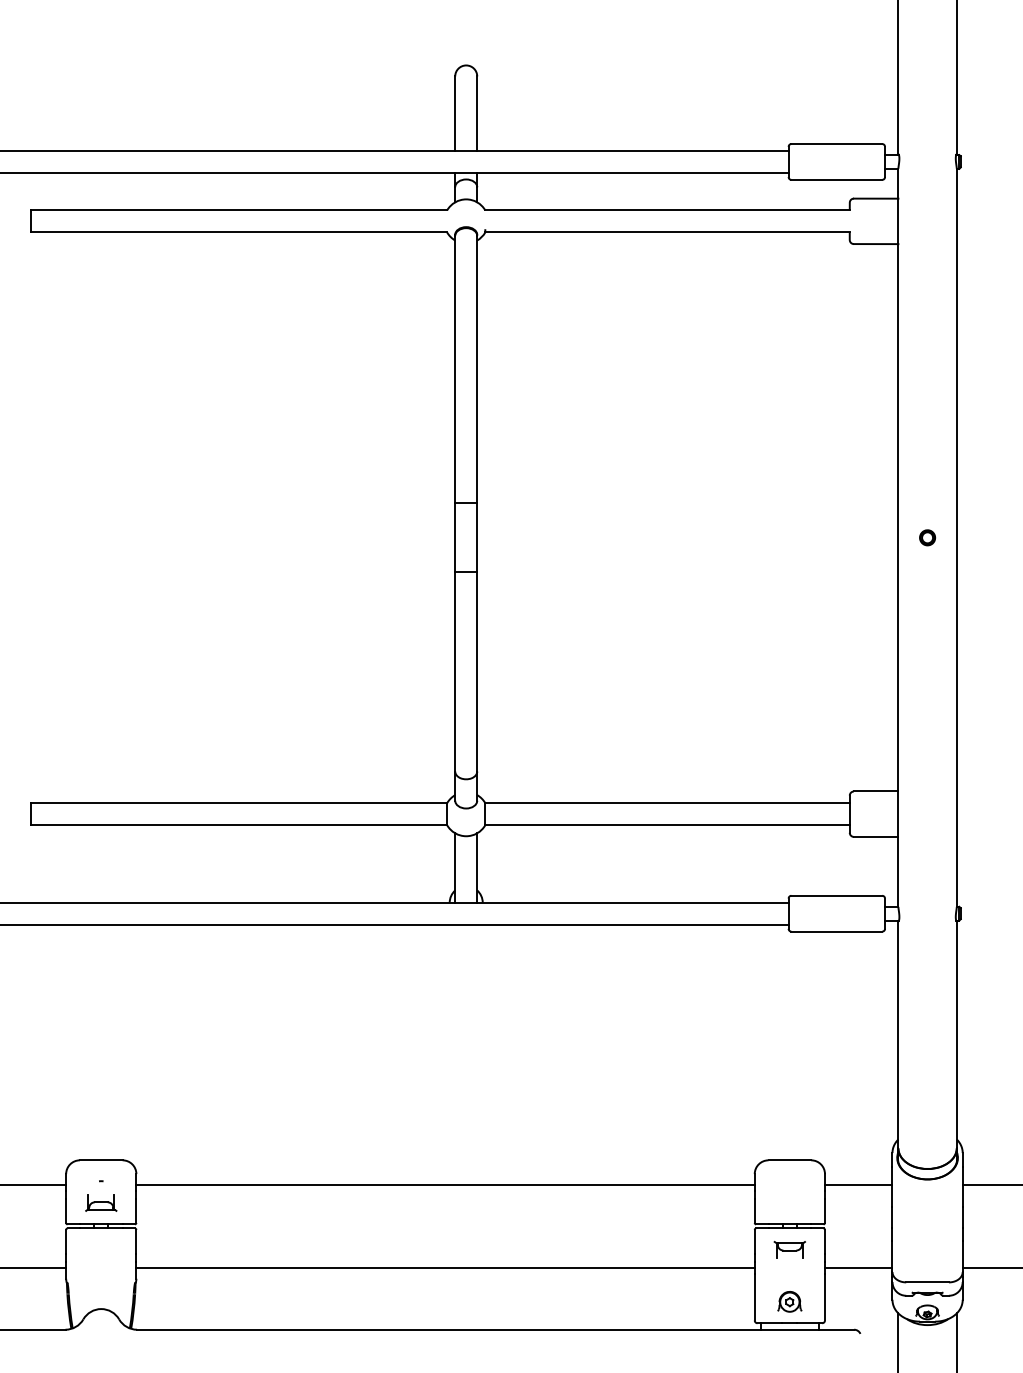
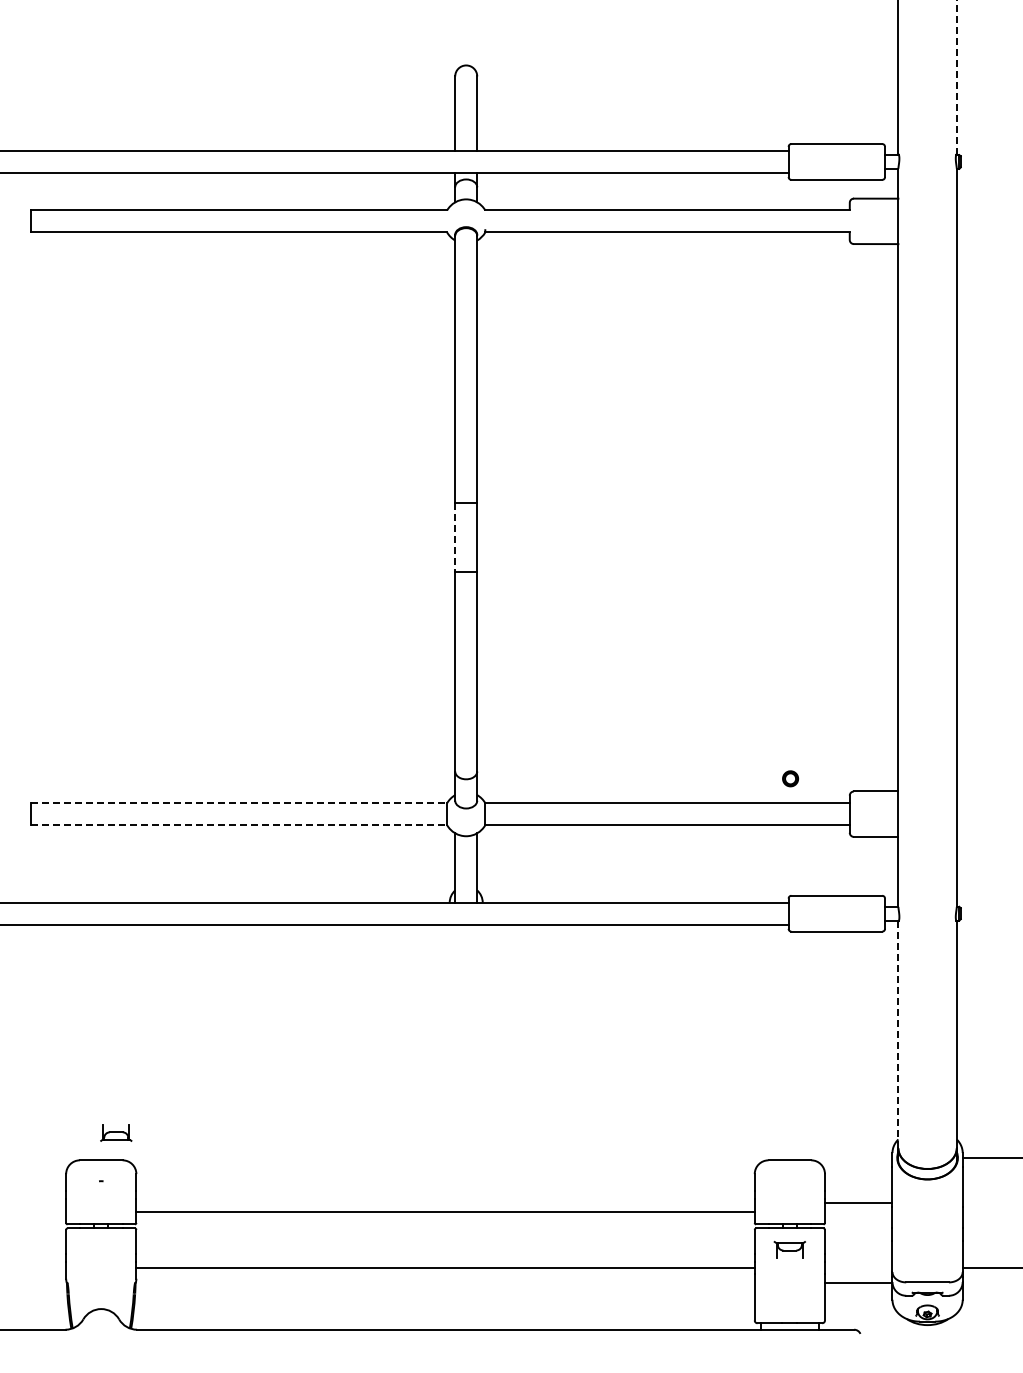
line at (956, 77): solid -> dashed
part at (927, 537) position: (927, 537) -> (790, 778)
line at (455, 538): solid -> dashed
line at (239, 803): solid -> dashed
line at (239, 825): solid -> dashed
line at (898, 1034): solid -> dashed
line at (34, 1184): present -> none
line at (445, 1184) position: (445, 1184) -> (445, 1211)
line at (858, 1184) position: (858, 1184) -> (858, 1202)
line at (990, 1184) position: (990, 1184) -> (990, 1157)
part at (101, 1202) position: (101, 1202) -> (116, 1132)
line at (34, 1267): present -> none
line at (858, 1267) position: (858, 1267) -> (858, 1282)
part at (789, 1301): present -> none
line at (898, 1341): present -> none
line at (956, 1341): present -> none
